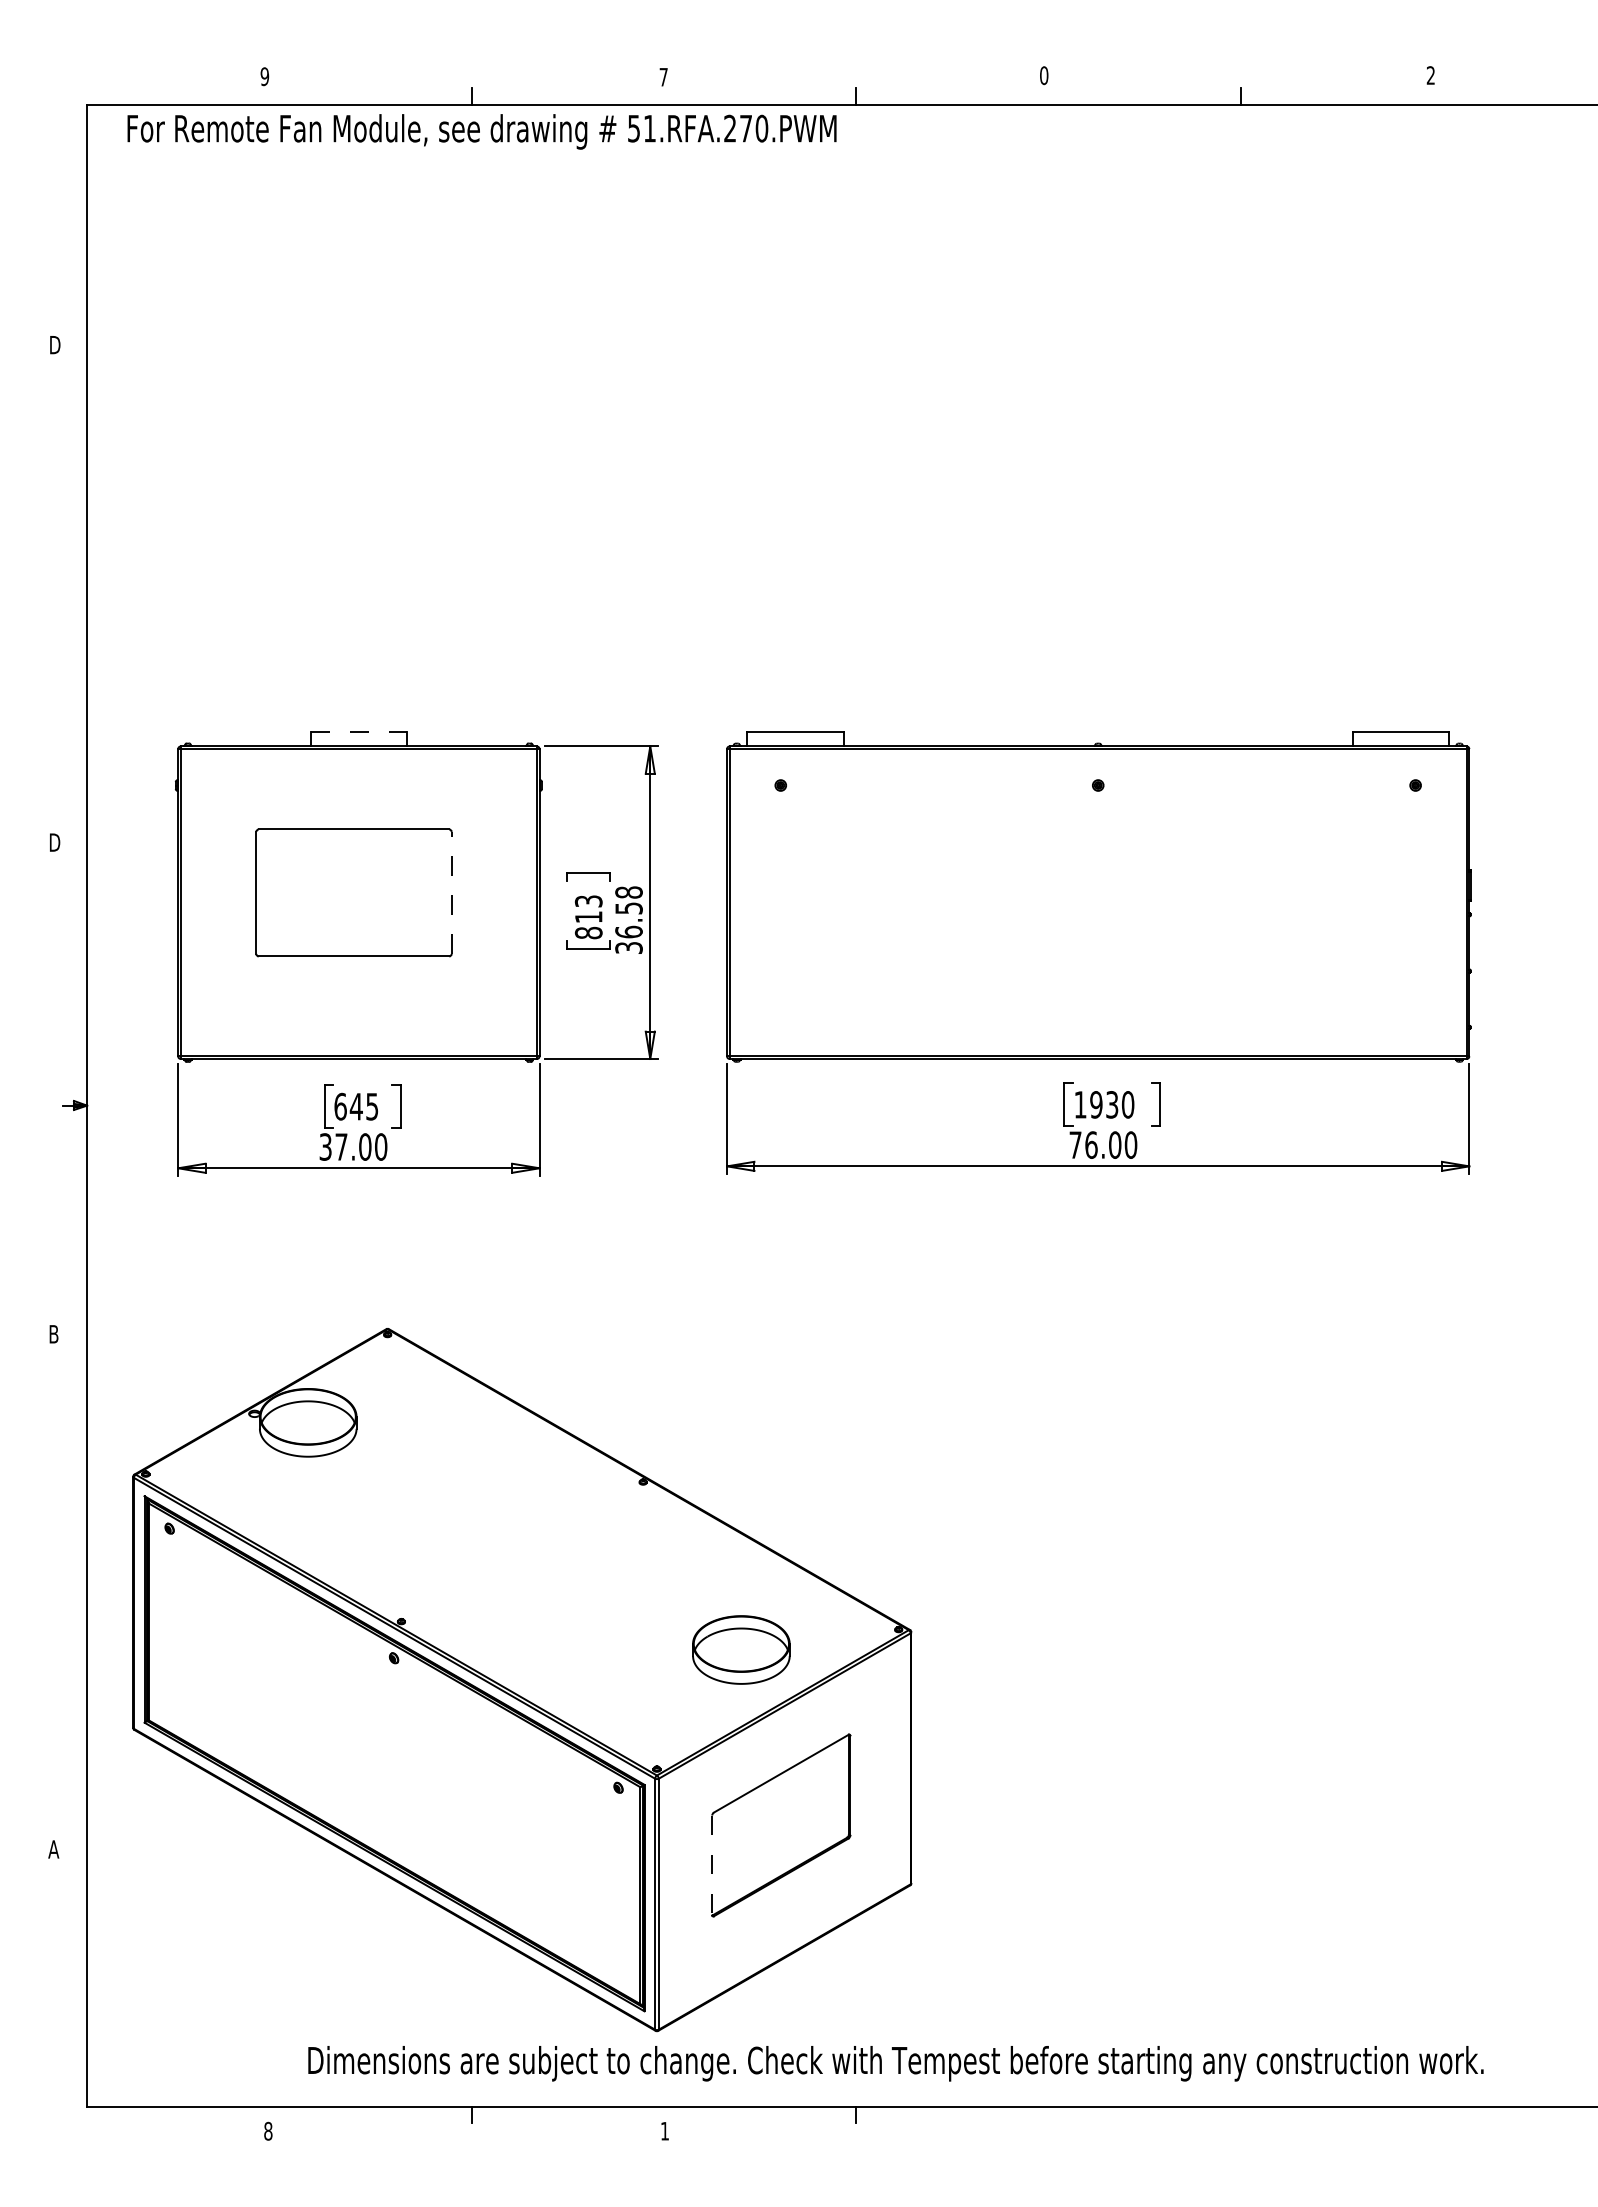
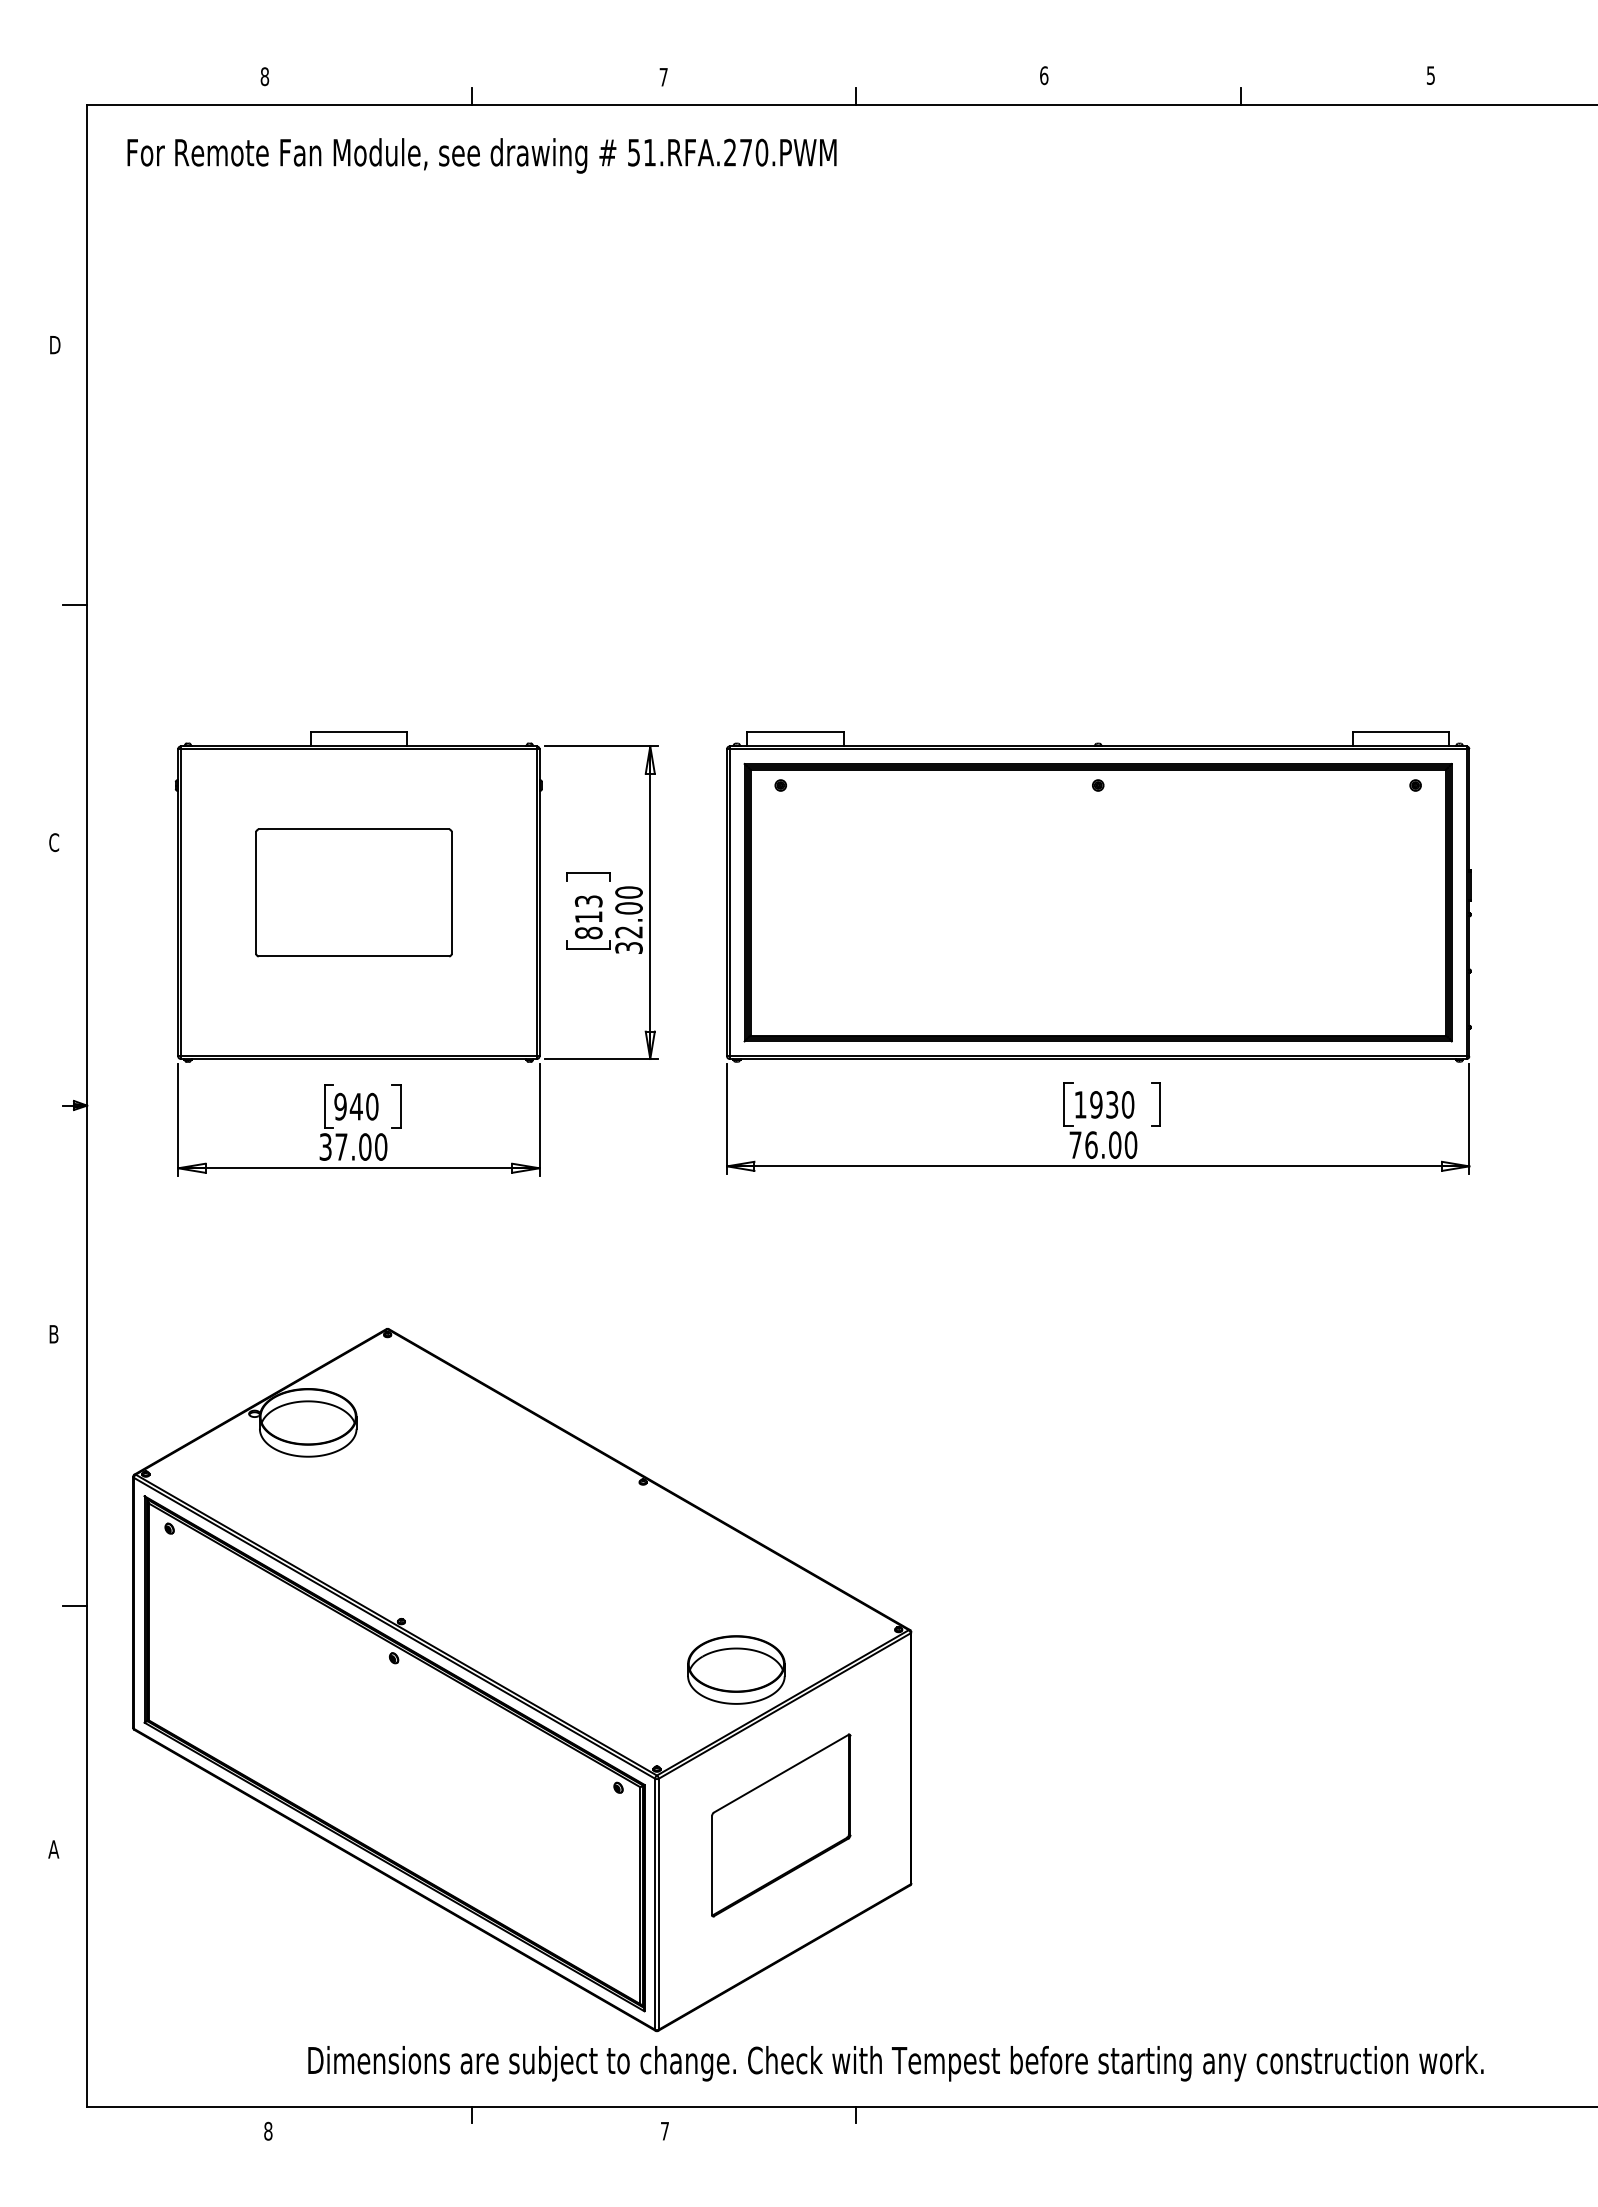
text at (1044, 75): 0 -> 6
text at (1430, 75): 2 -> 5
text at (264, 76): 9 -> 8
text at (481, 131) position: (481, 131) -> (481, 155)
line at (74, 605): none -> present
line at (359, 731): dashed -> solid
text at (54, 842): D -> C
line at (451, 892): dashed -> solid
part at (1097, 902): none -> present
text at (628, 912): 36.58 -> 32.00
text at (356, 1106): 645 -> 940
line at (74, 1606): none -> present
part at (741, 1649) position: (741, 1649) -> (736, 1669)
line at (712, 1865): dashed -> solid
text at (664, 2131): 1 -> 7
